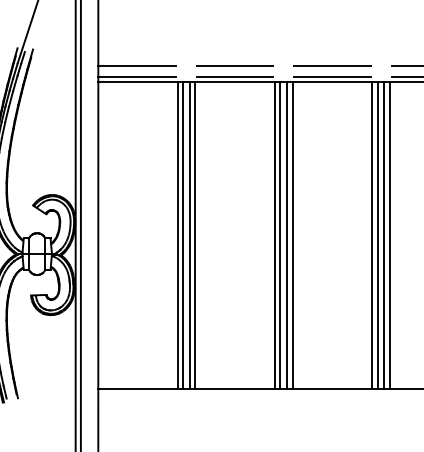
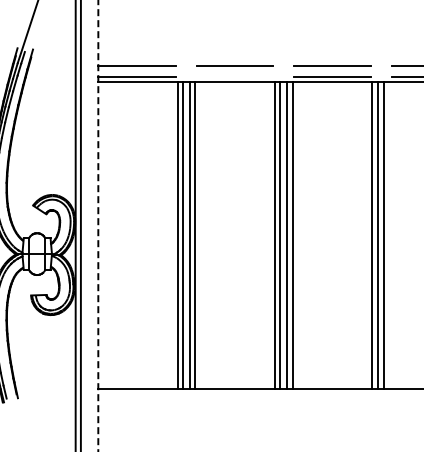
line at (234, 76): present -> none
line at (98, 226): solid -> dashed
line at (389, 235): present -> none
